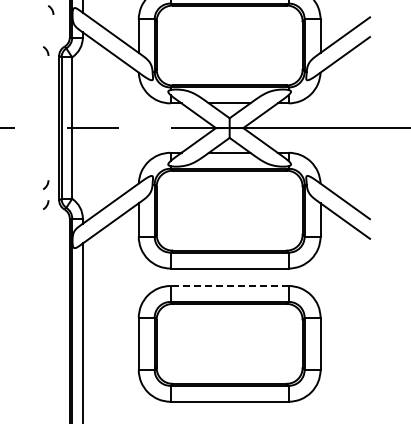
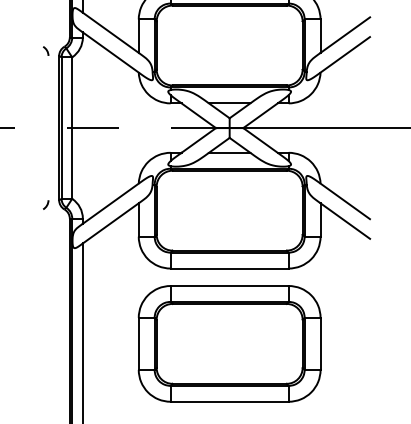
arc at (51, 9): present -> none
arc at (46, 184): present -> none
line at (229, 286): dashed -> solid
